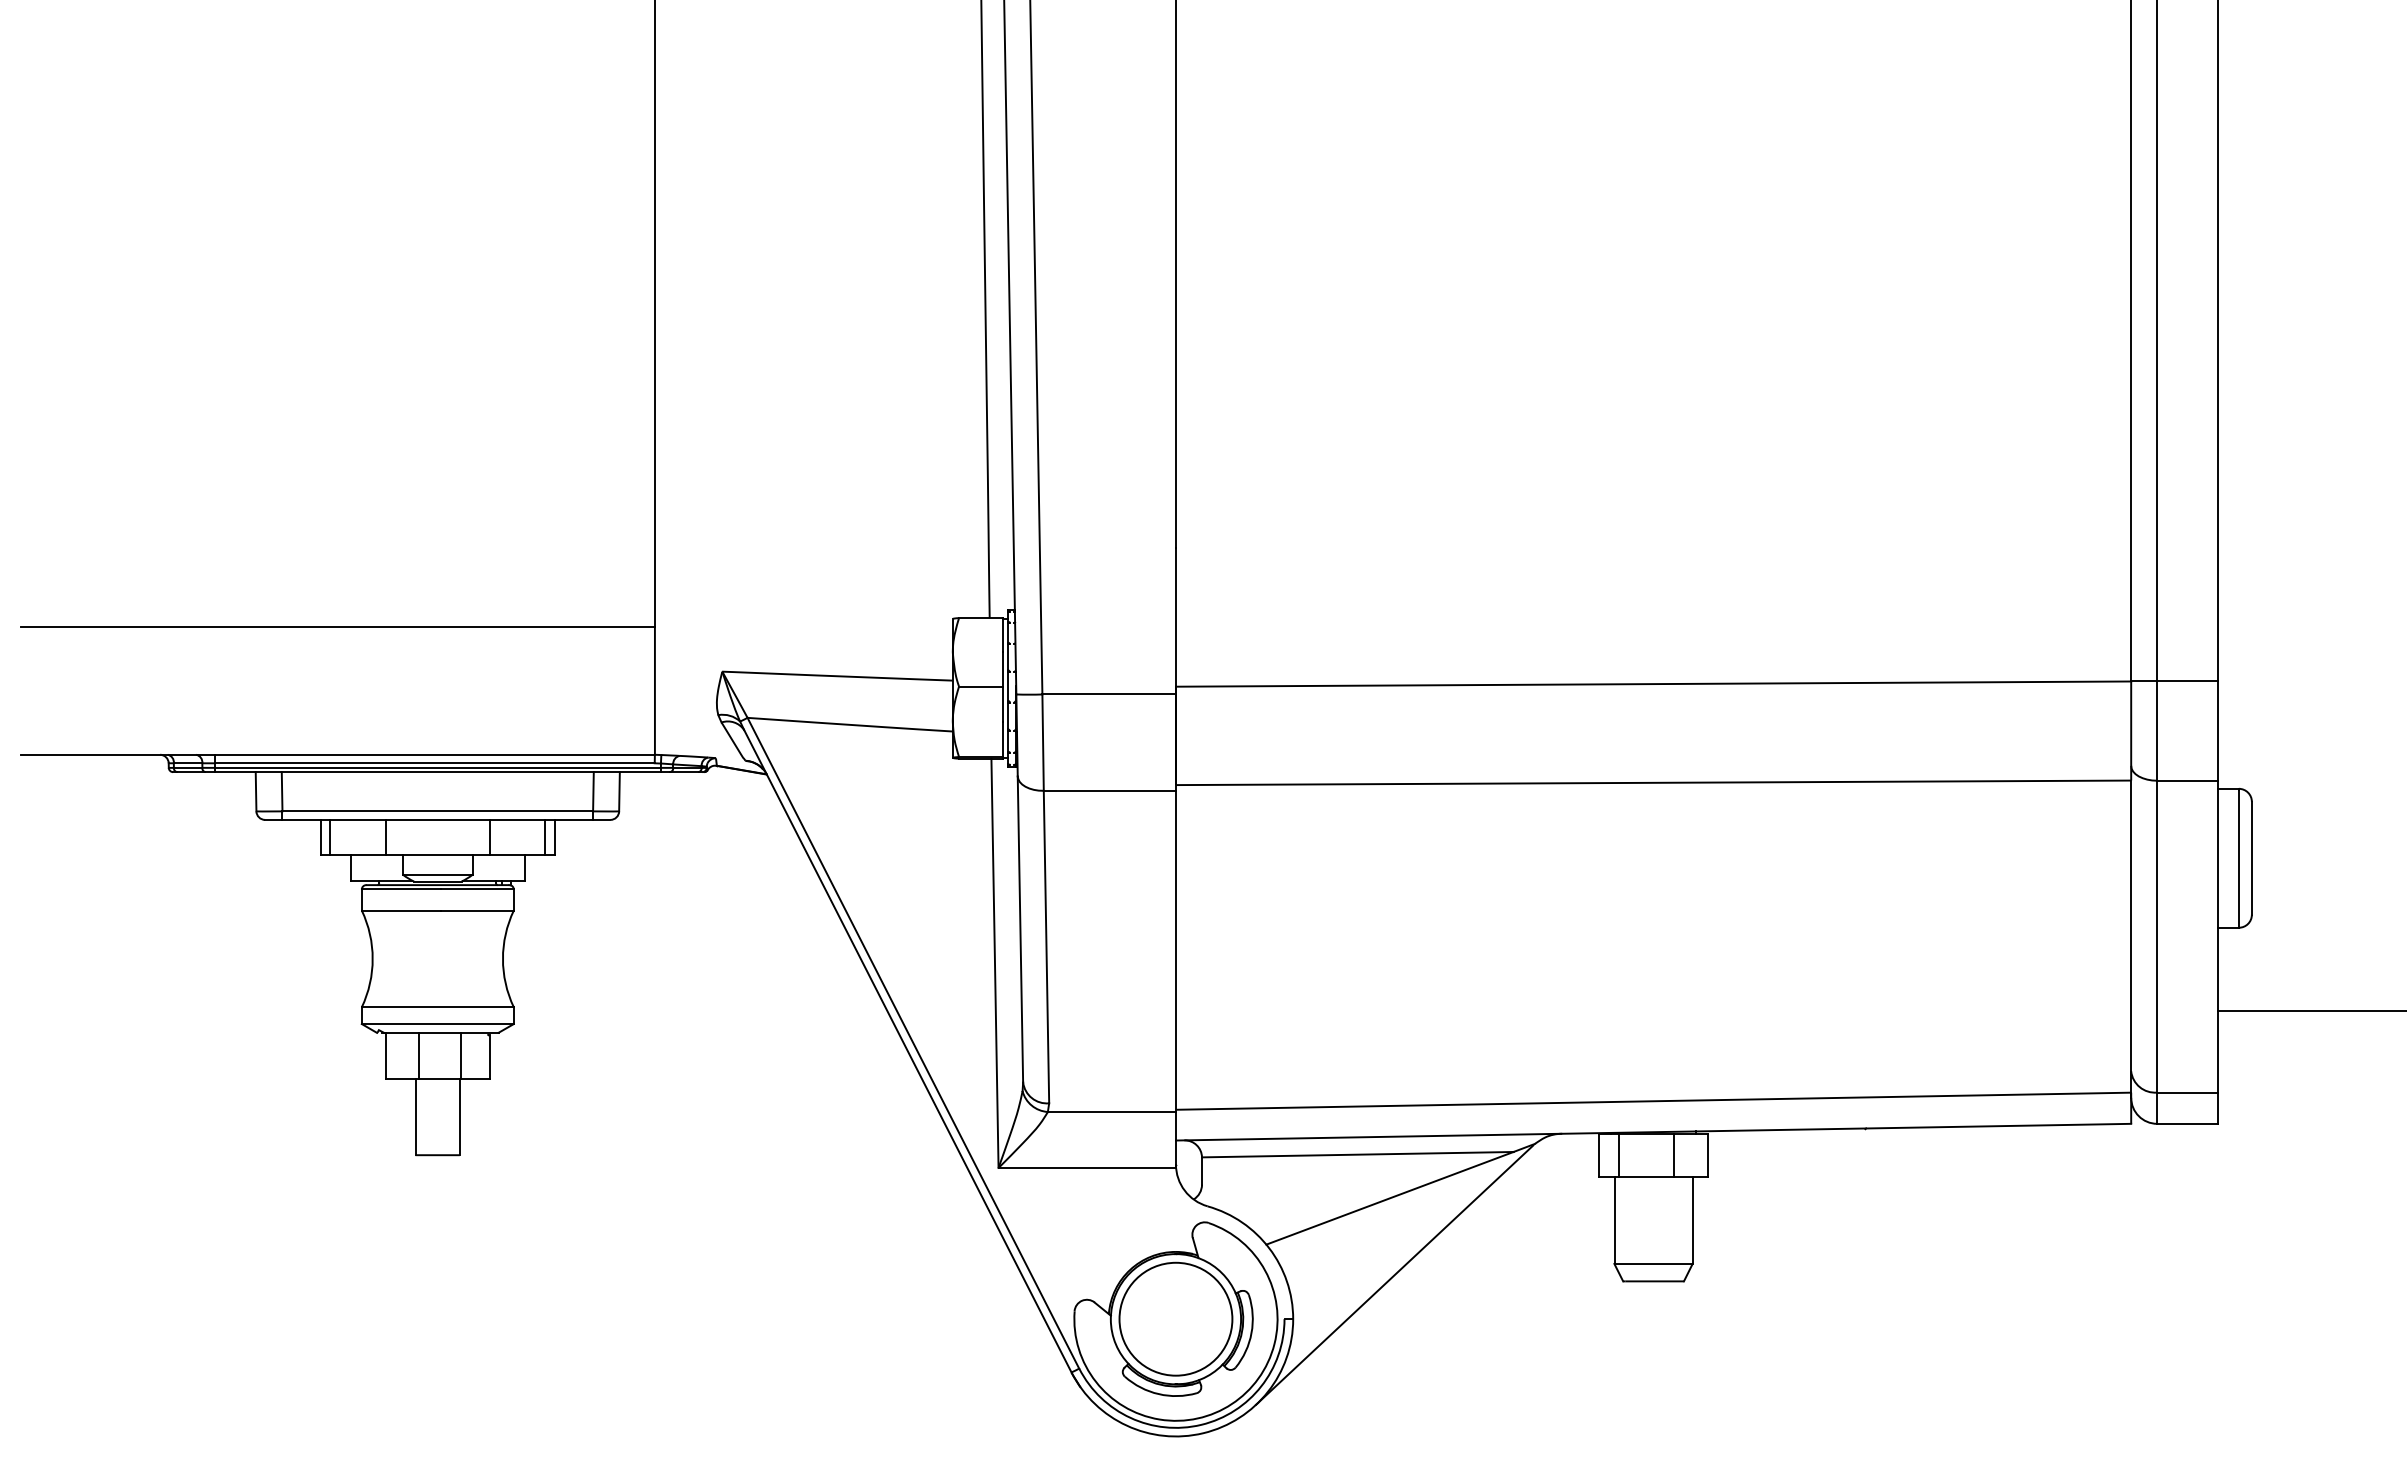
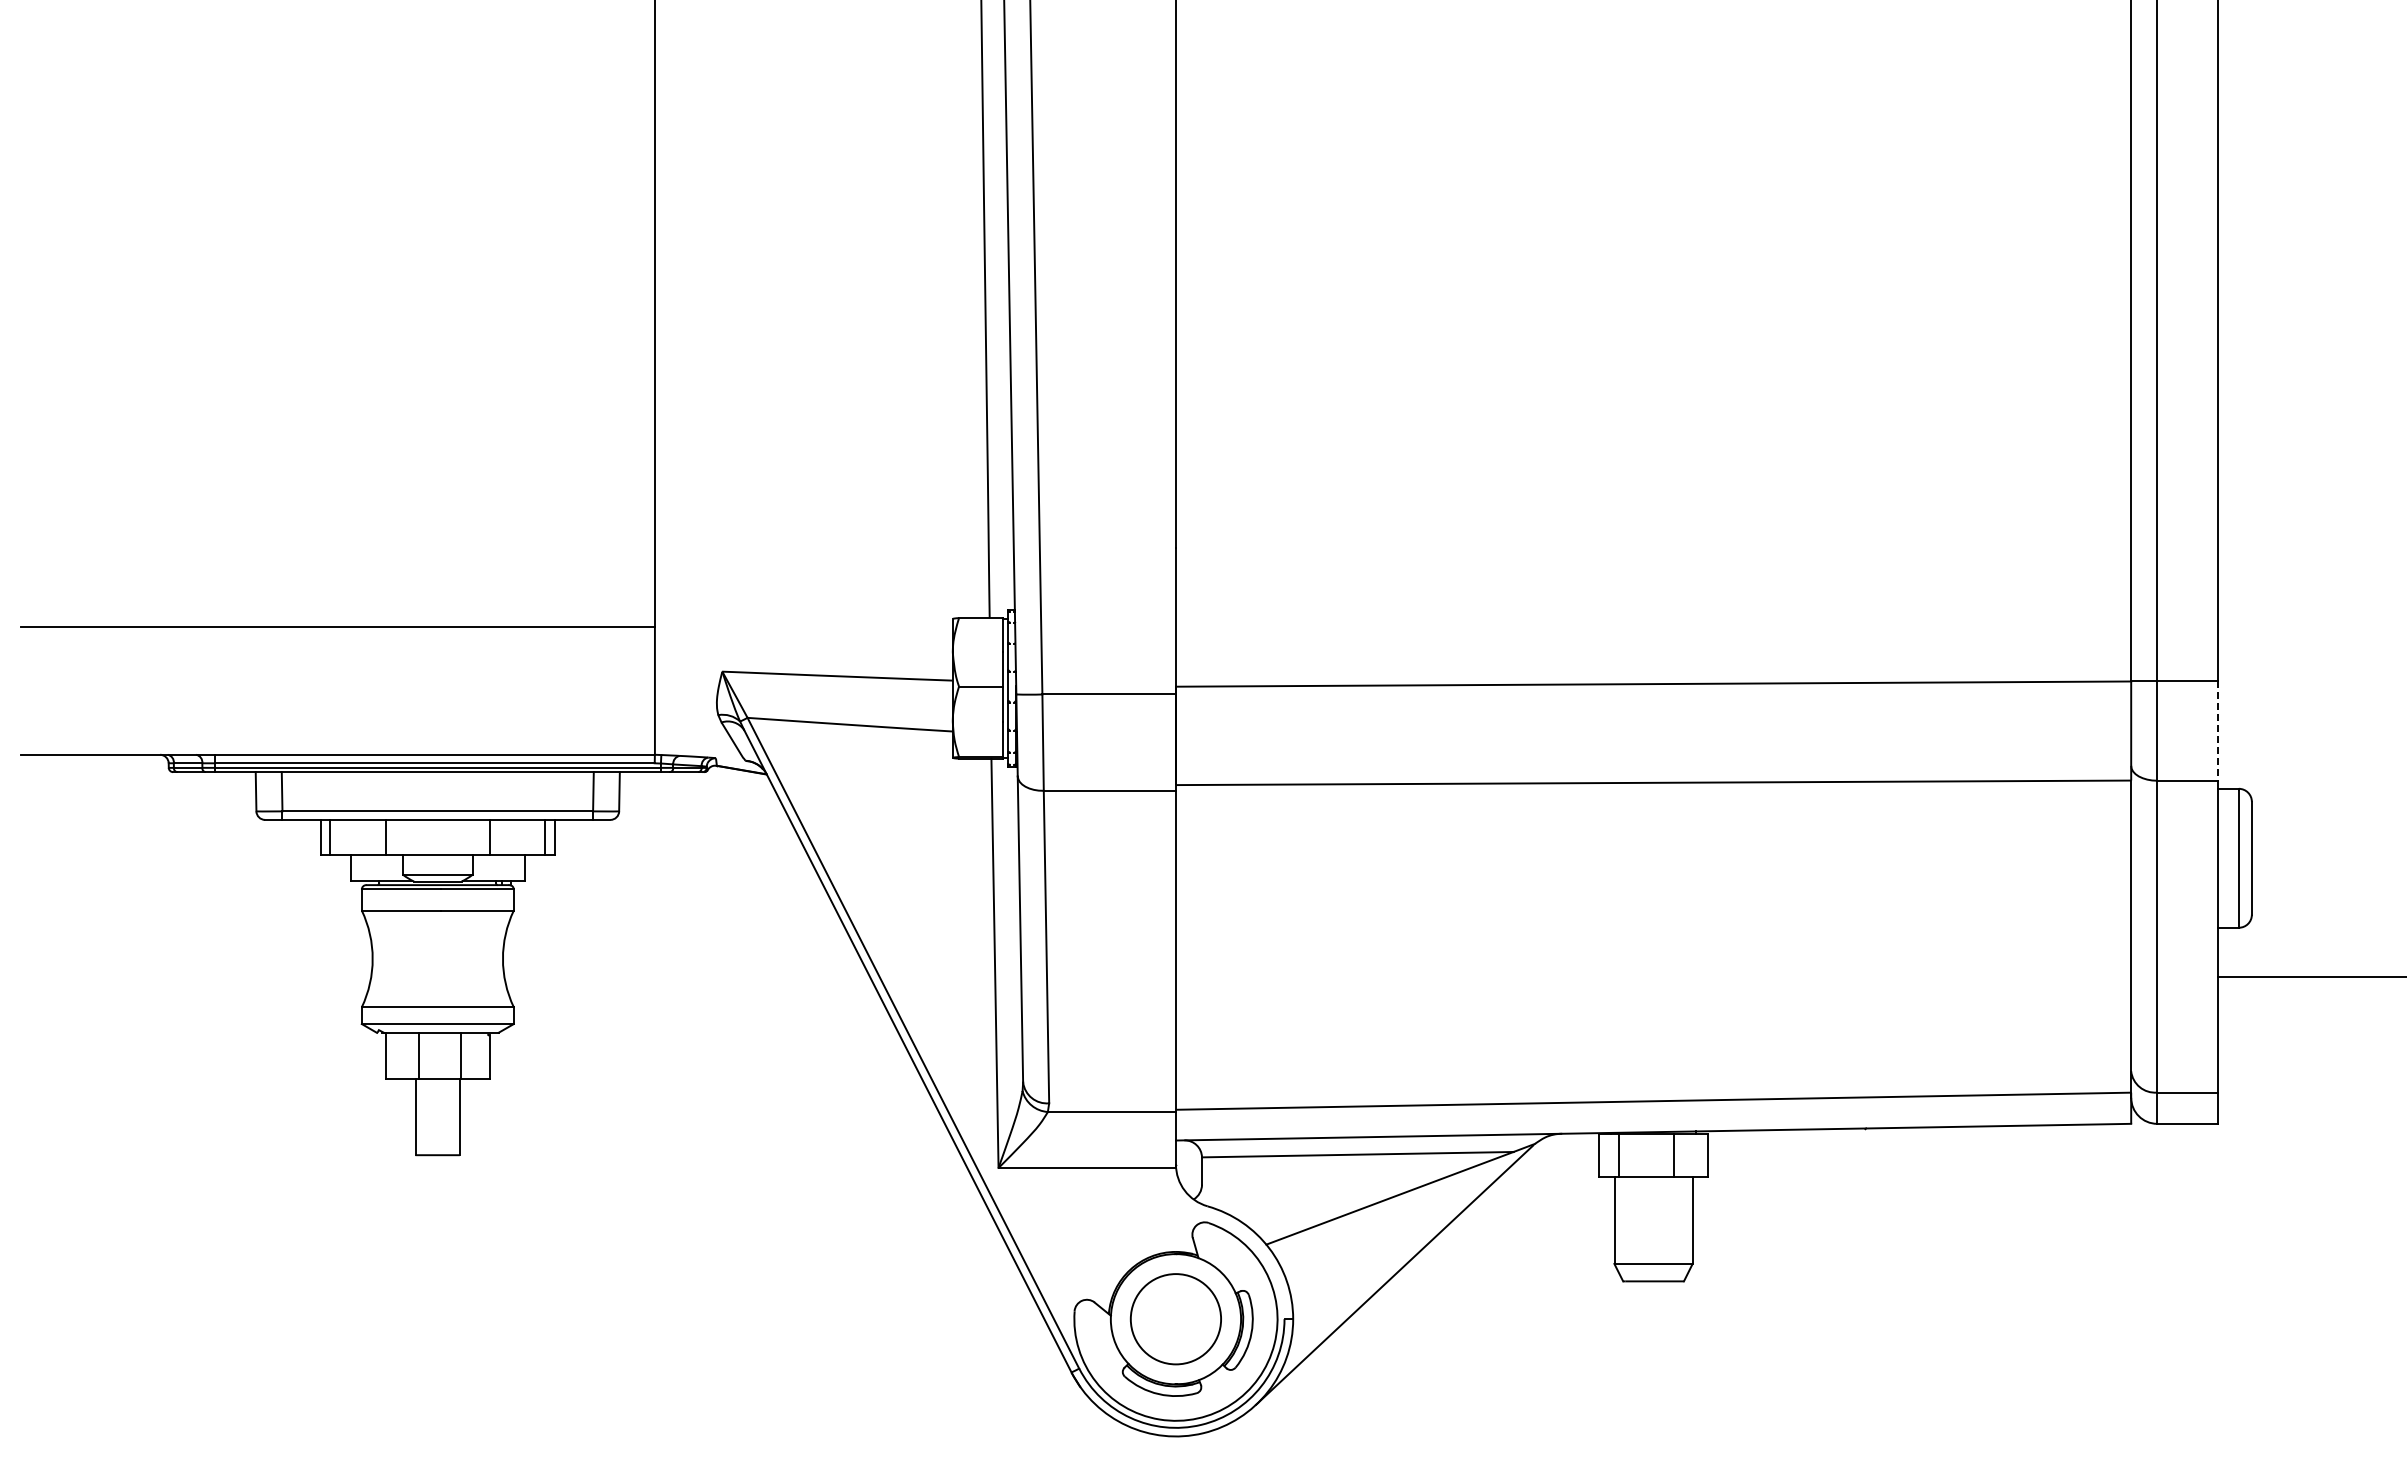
line at (2218, 731): solid -> dashed
line at (2310, 1010) position: (2310, 1010) -> (2310, 976)
circle at (1175, 1318) diameter: 113 px -> 90 px
